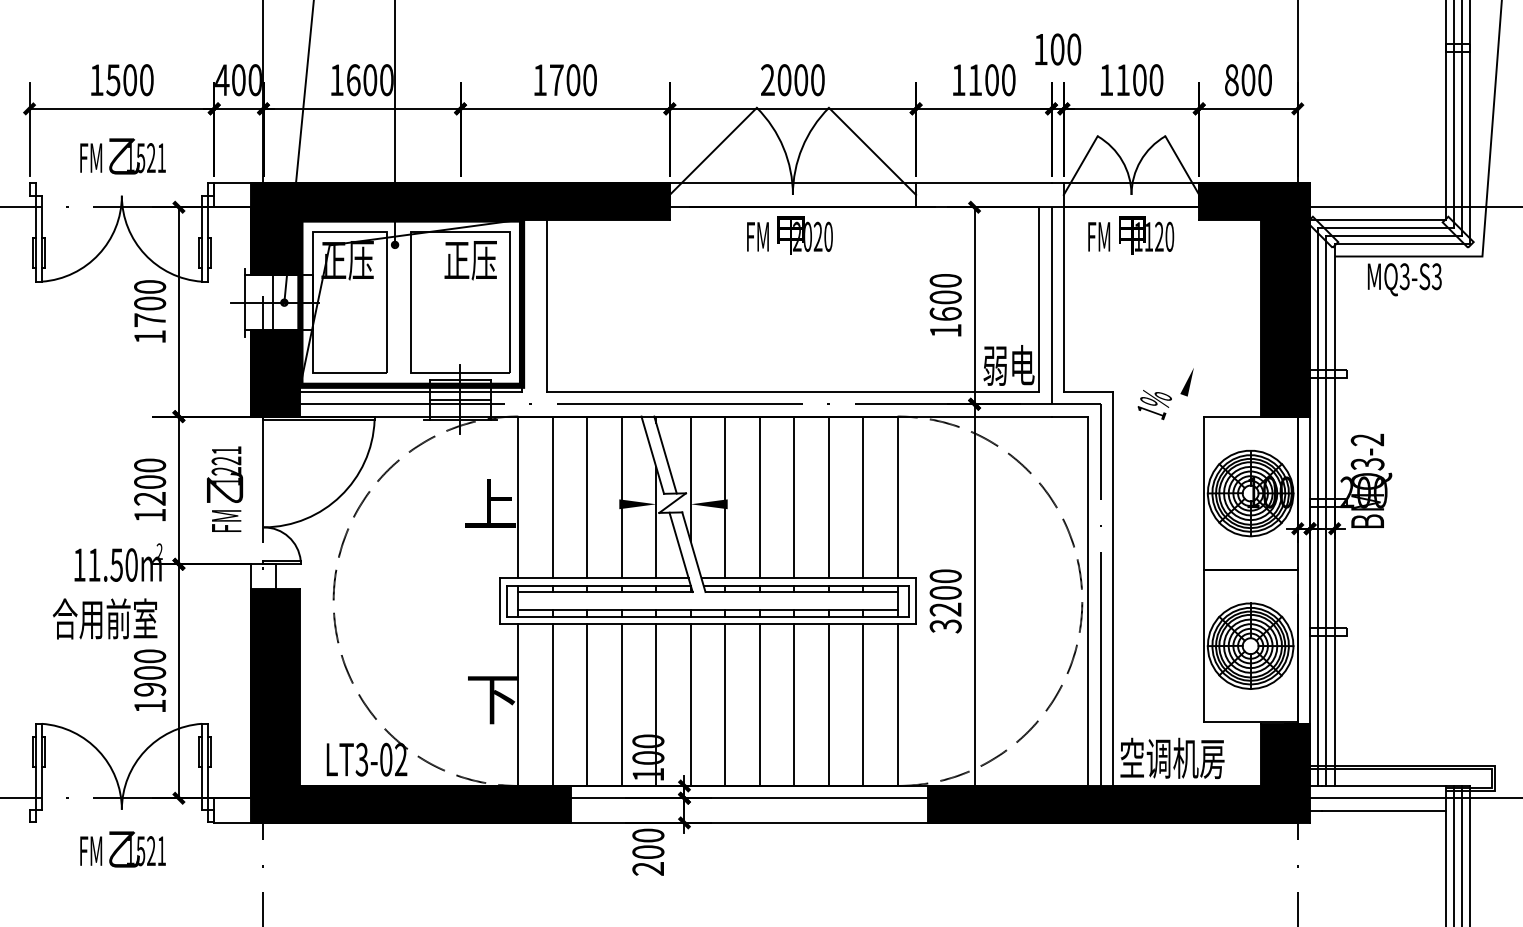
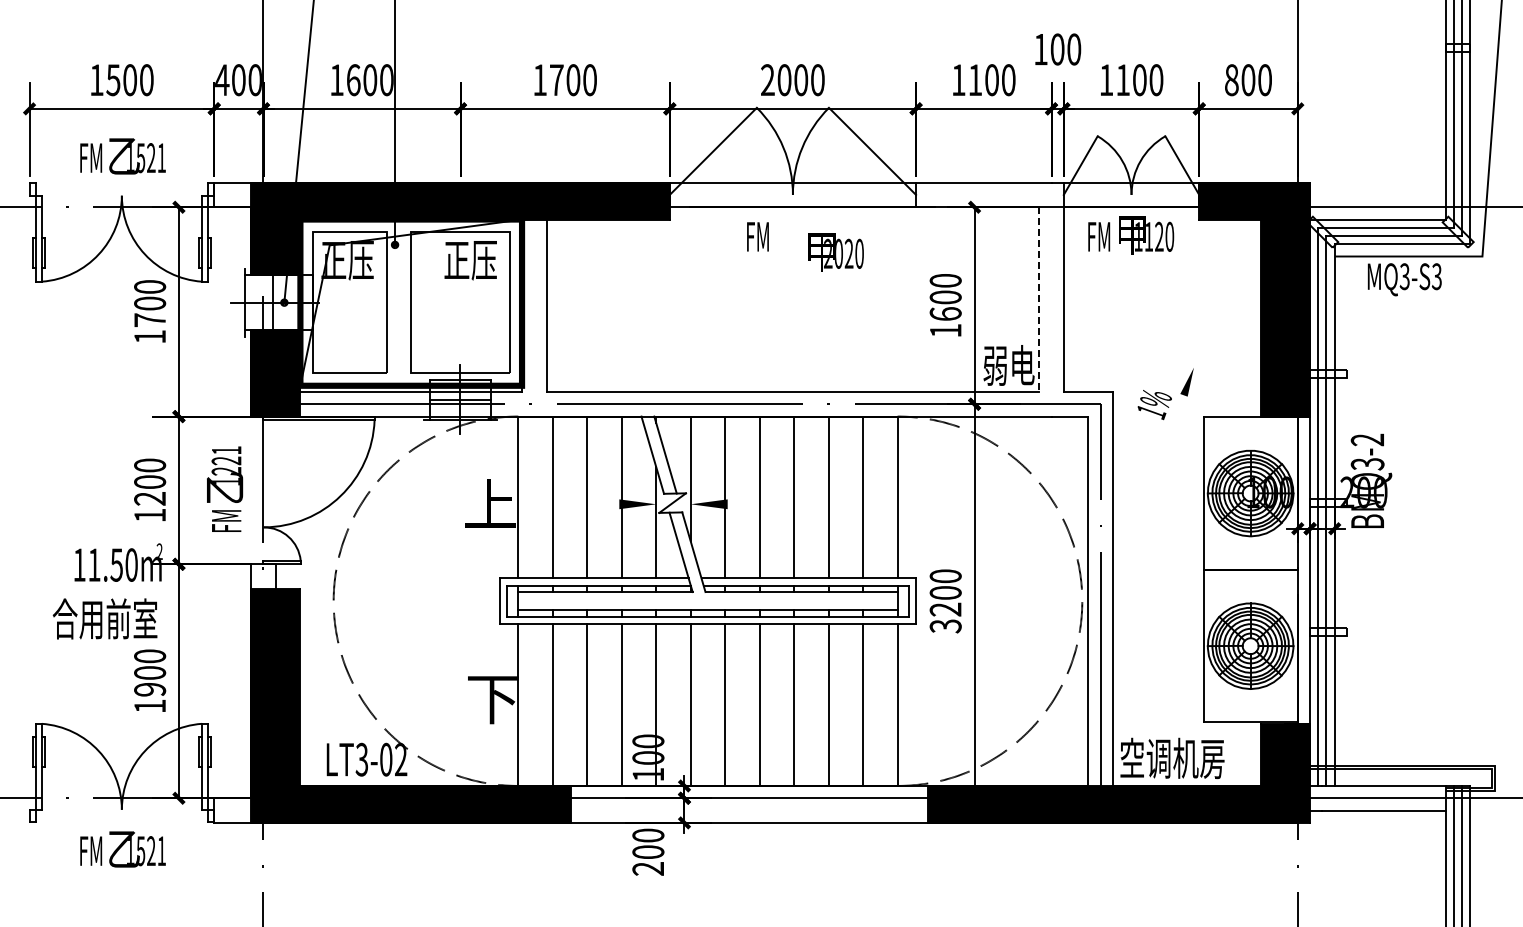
text at (804, 235) position: (804, 235) -> (835, 252)
line at (1039, 300): solid -> dashed
line at (1051, 305): present -> none
